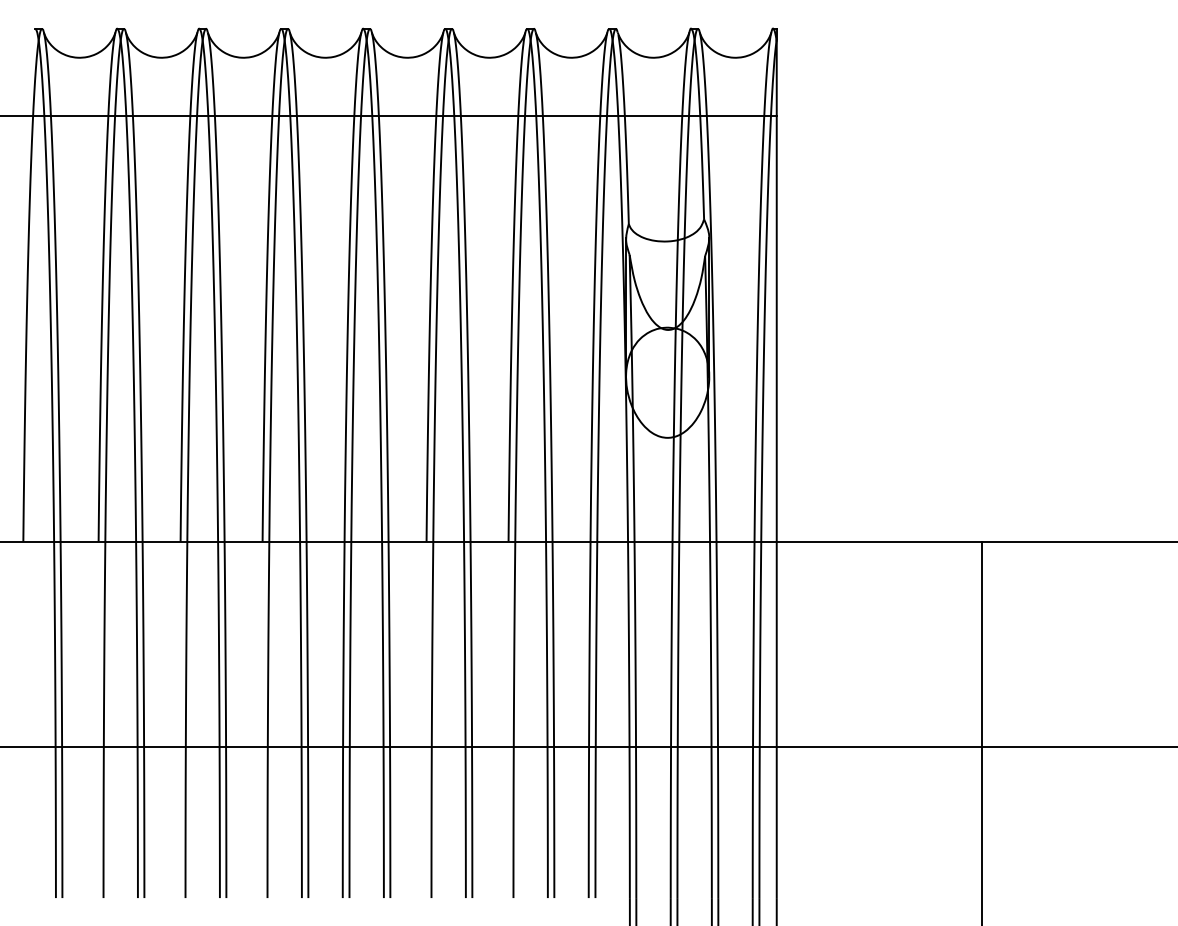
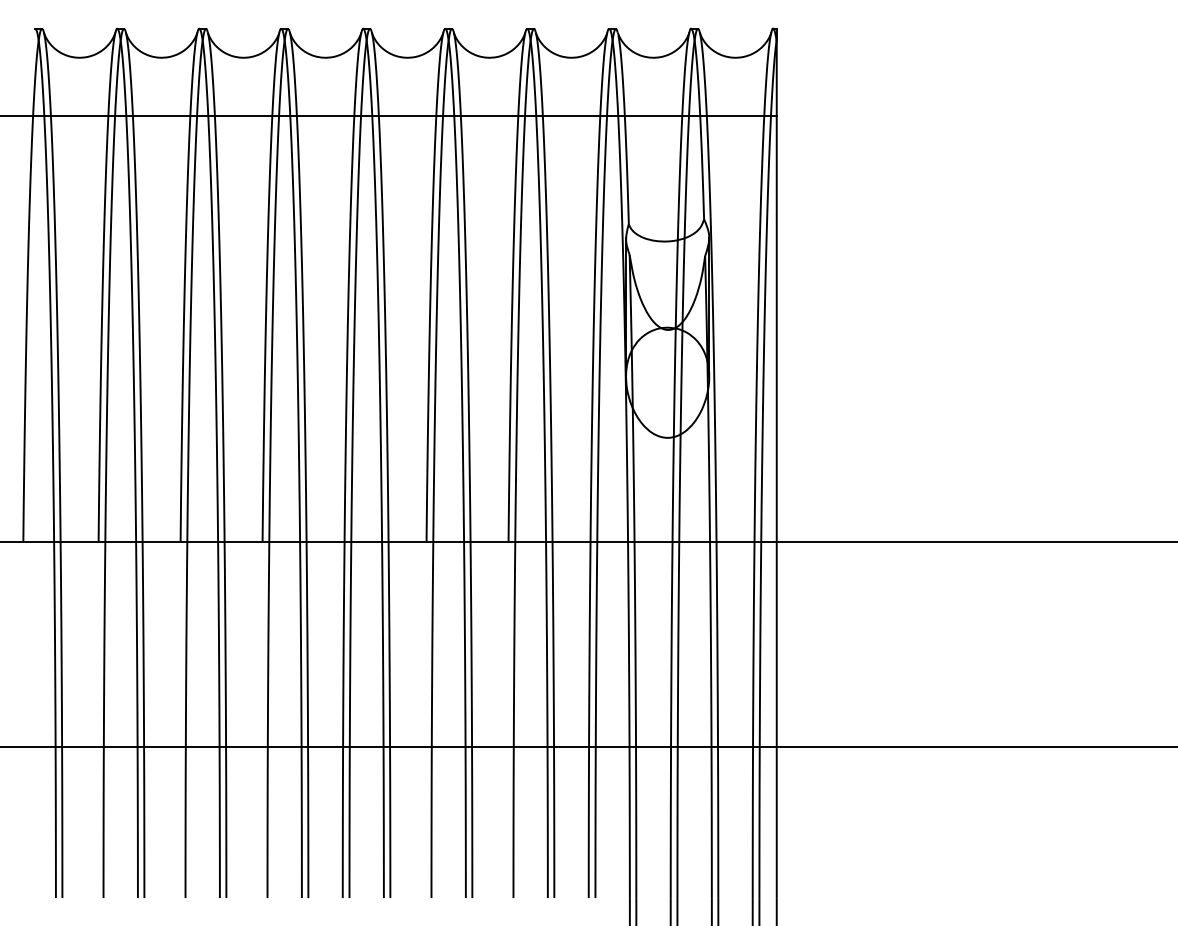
line at (981, 731): present -> none
